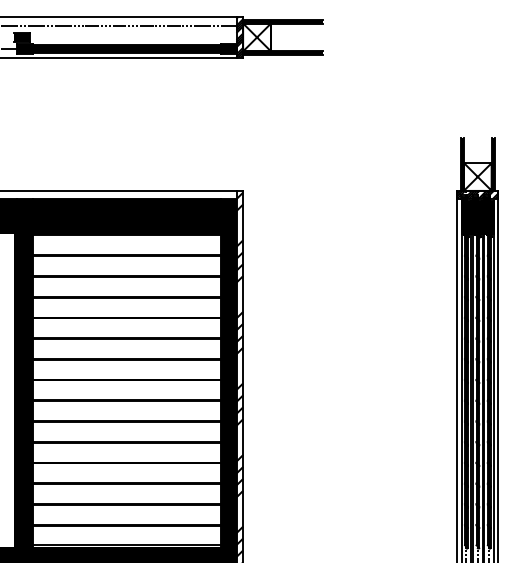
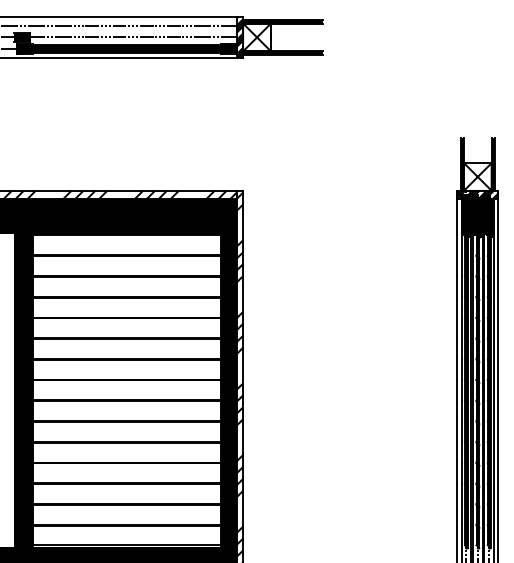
line at (119, 37): none -> present
hatch at (119, 194): none -> present
